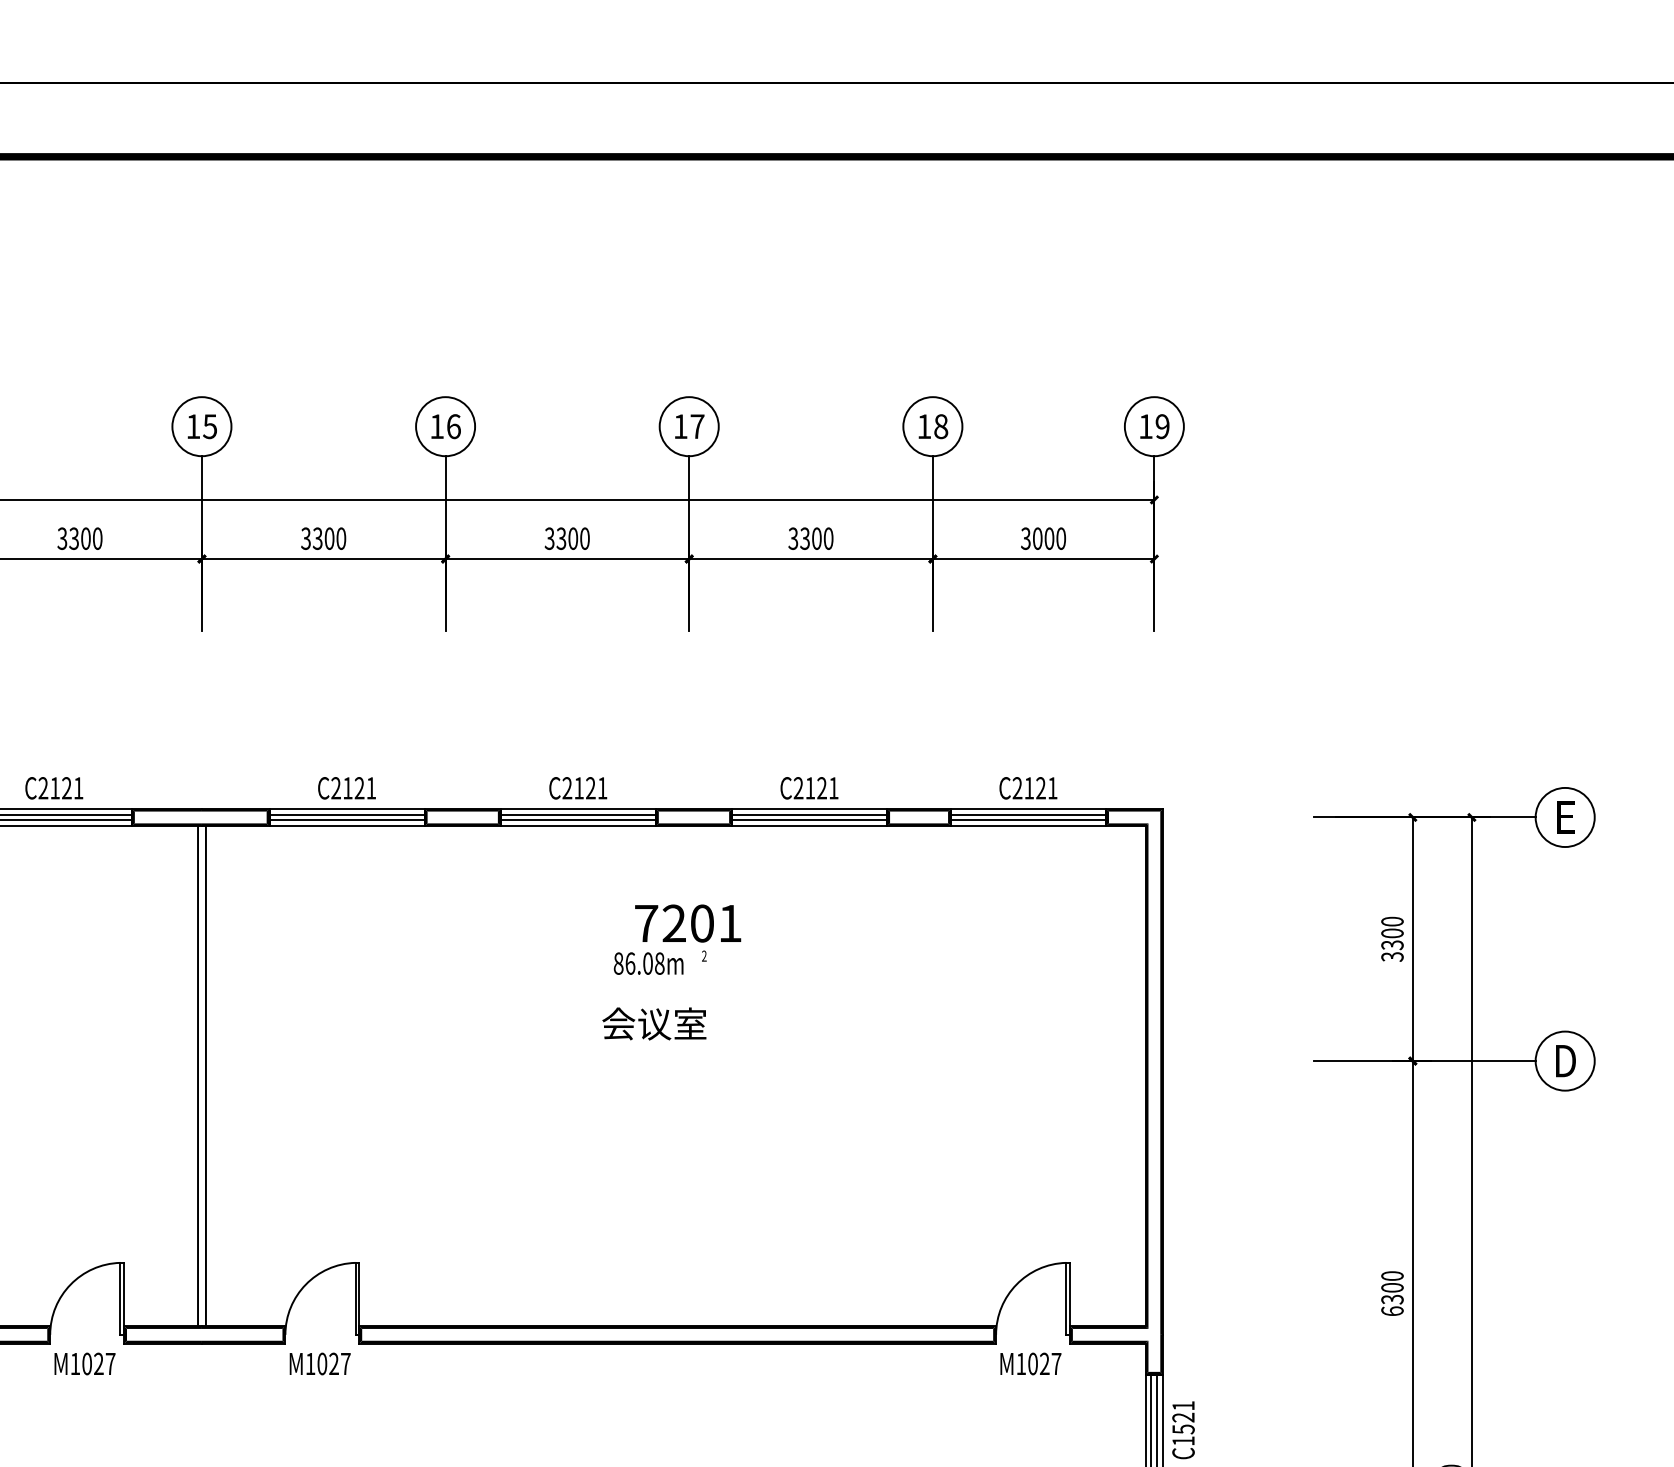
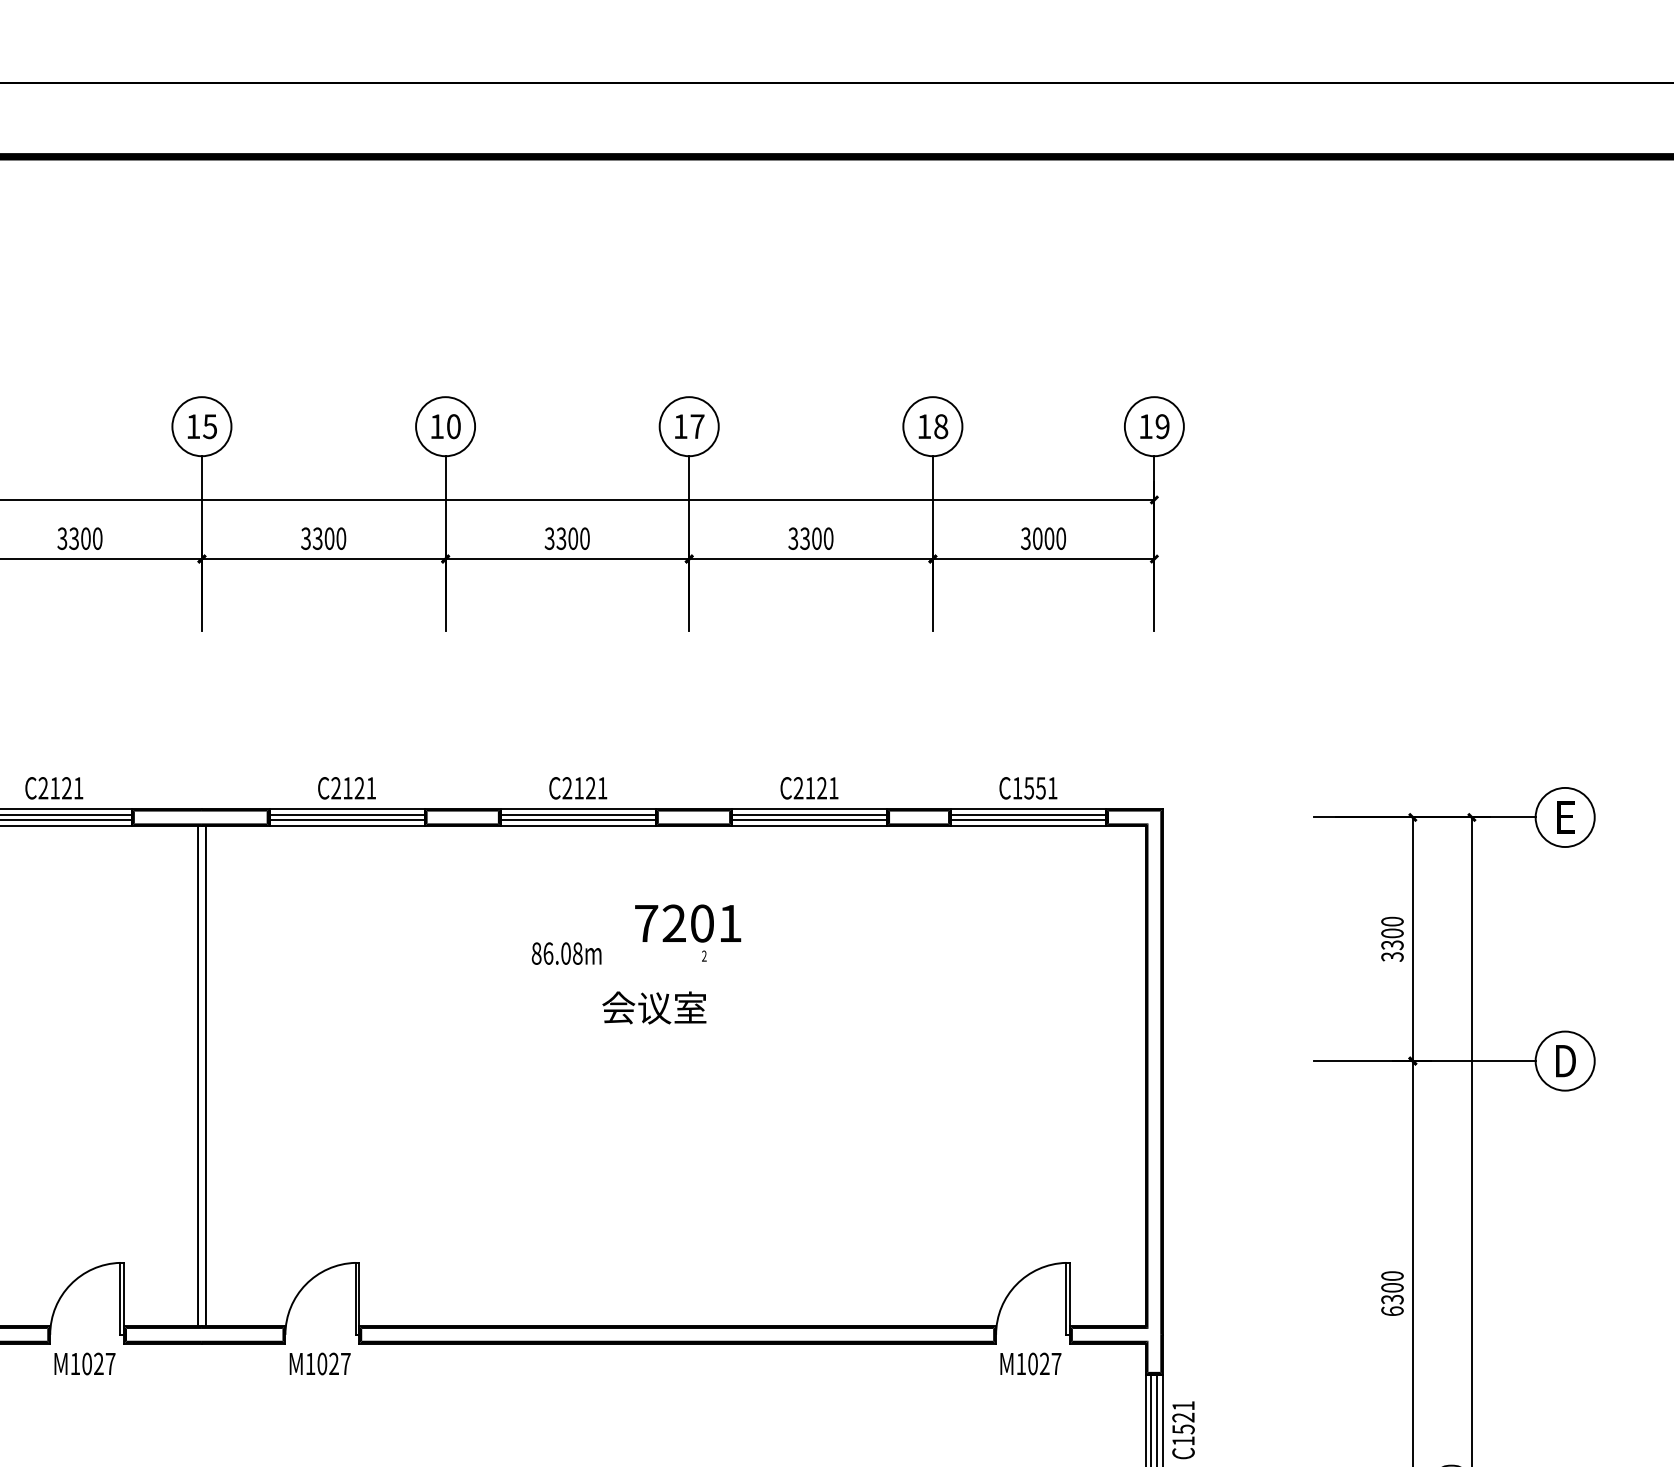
text at (453, 426): 16 -> 10
text at (1028, 788): C2121 -> C1551
text at (648, 963) position: (648, 963) -> (566, 953)
text at (654, 1023) position: (654, 1023) -> (654, 1007)
